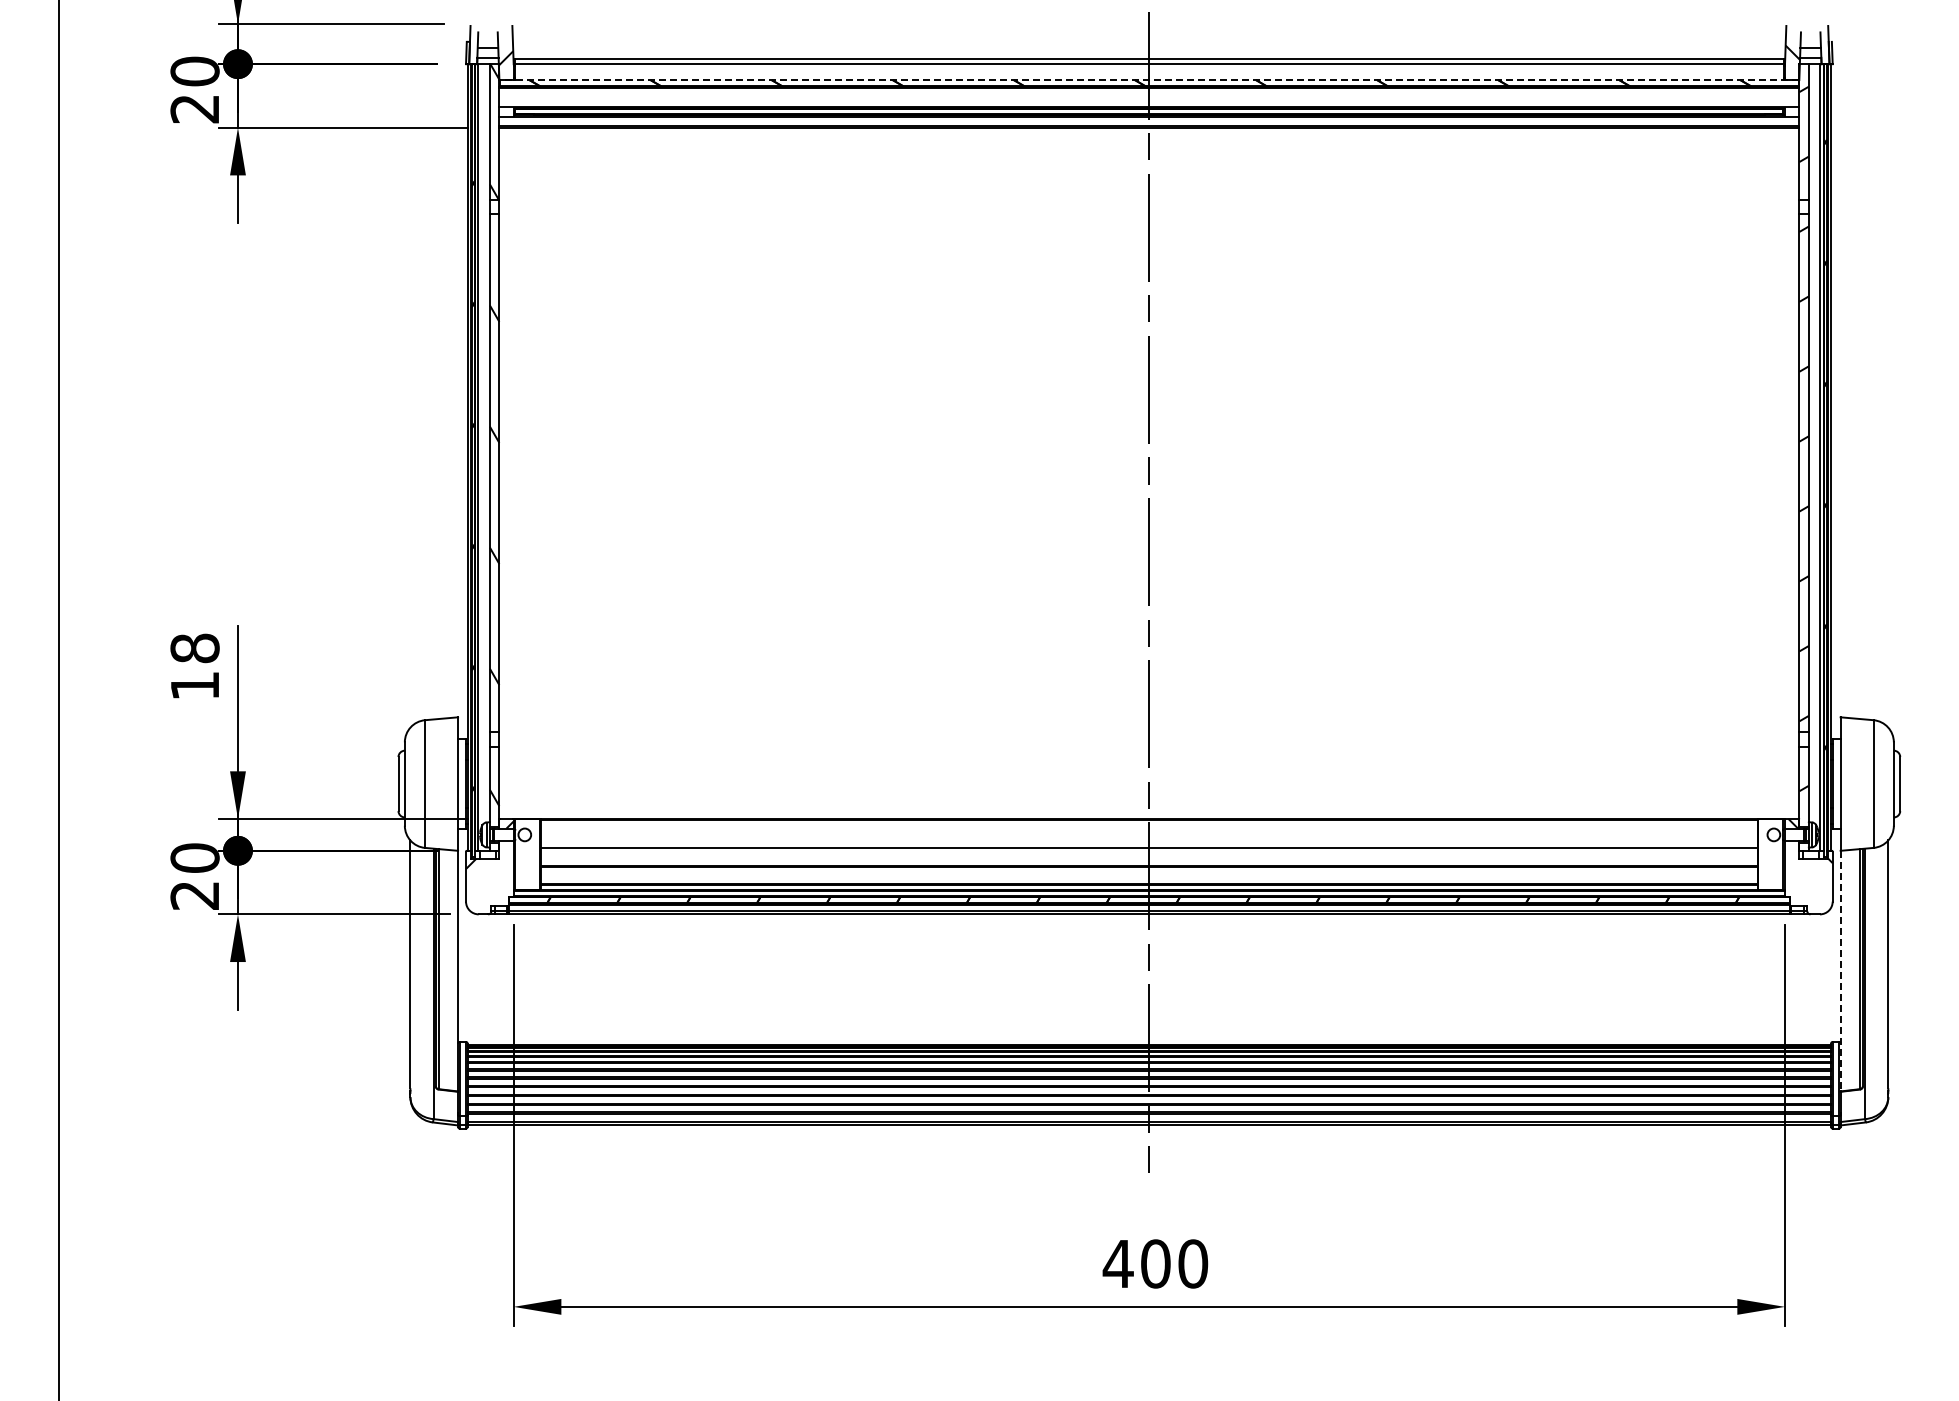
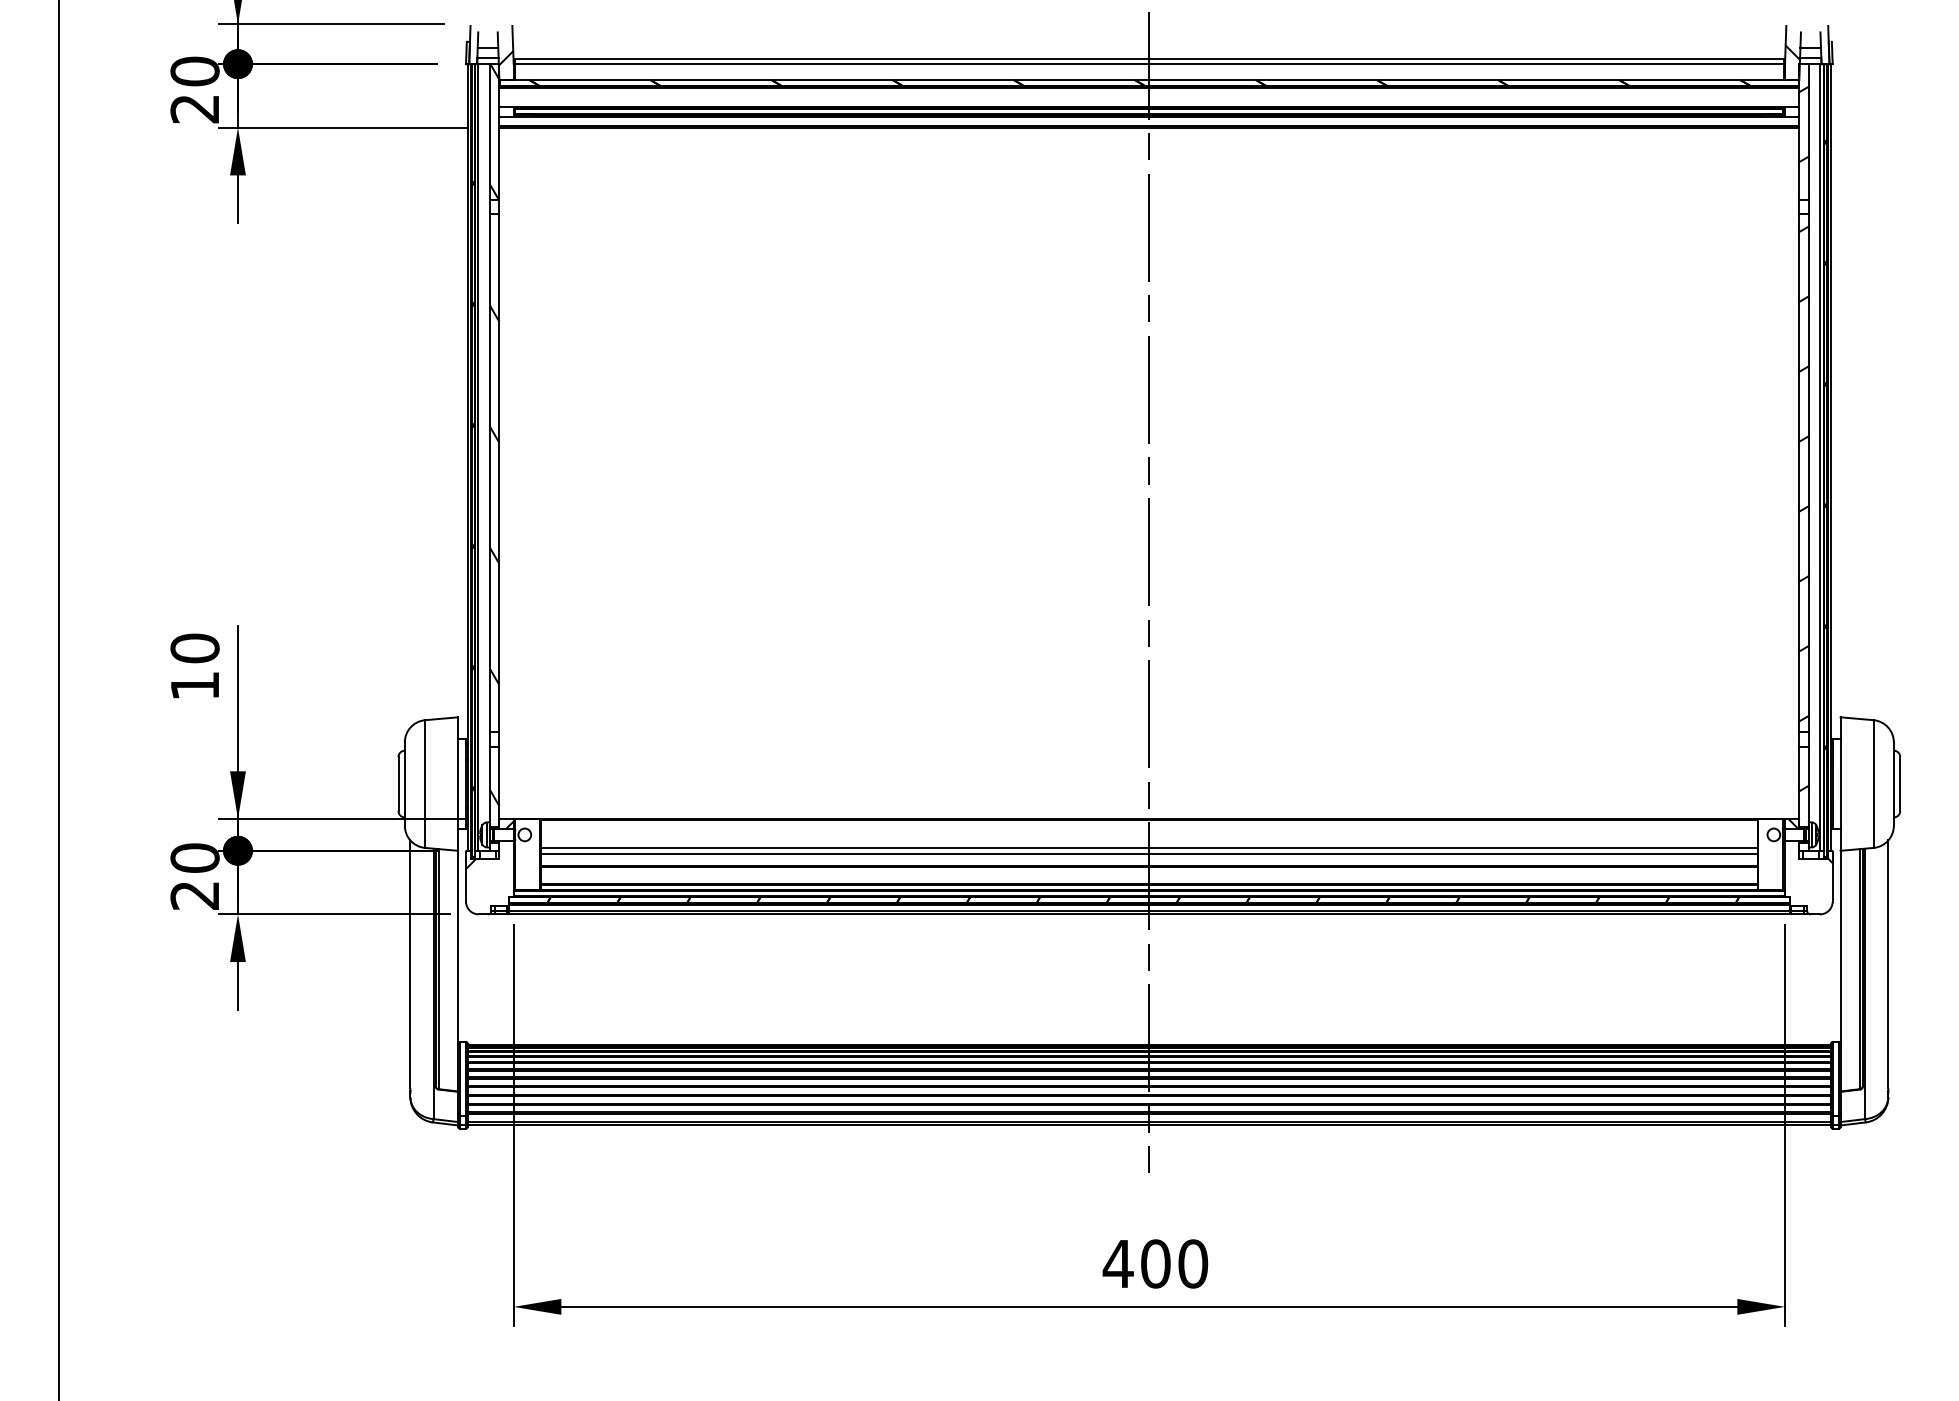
line at (1148, 80): dashed -> solid
text at (194, 648): 18 -> 10
line at (1149, 853): none -> present
line at (1840, 971): dashed -> solid
